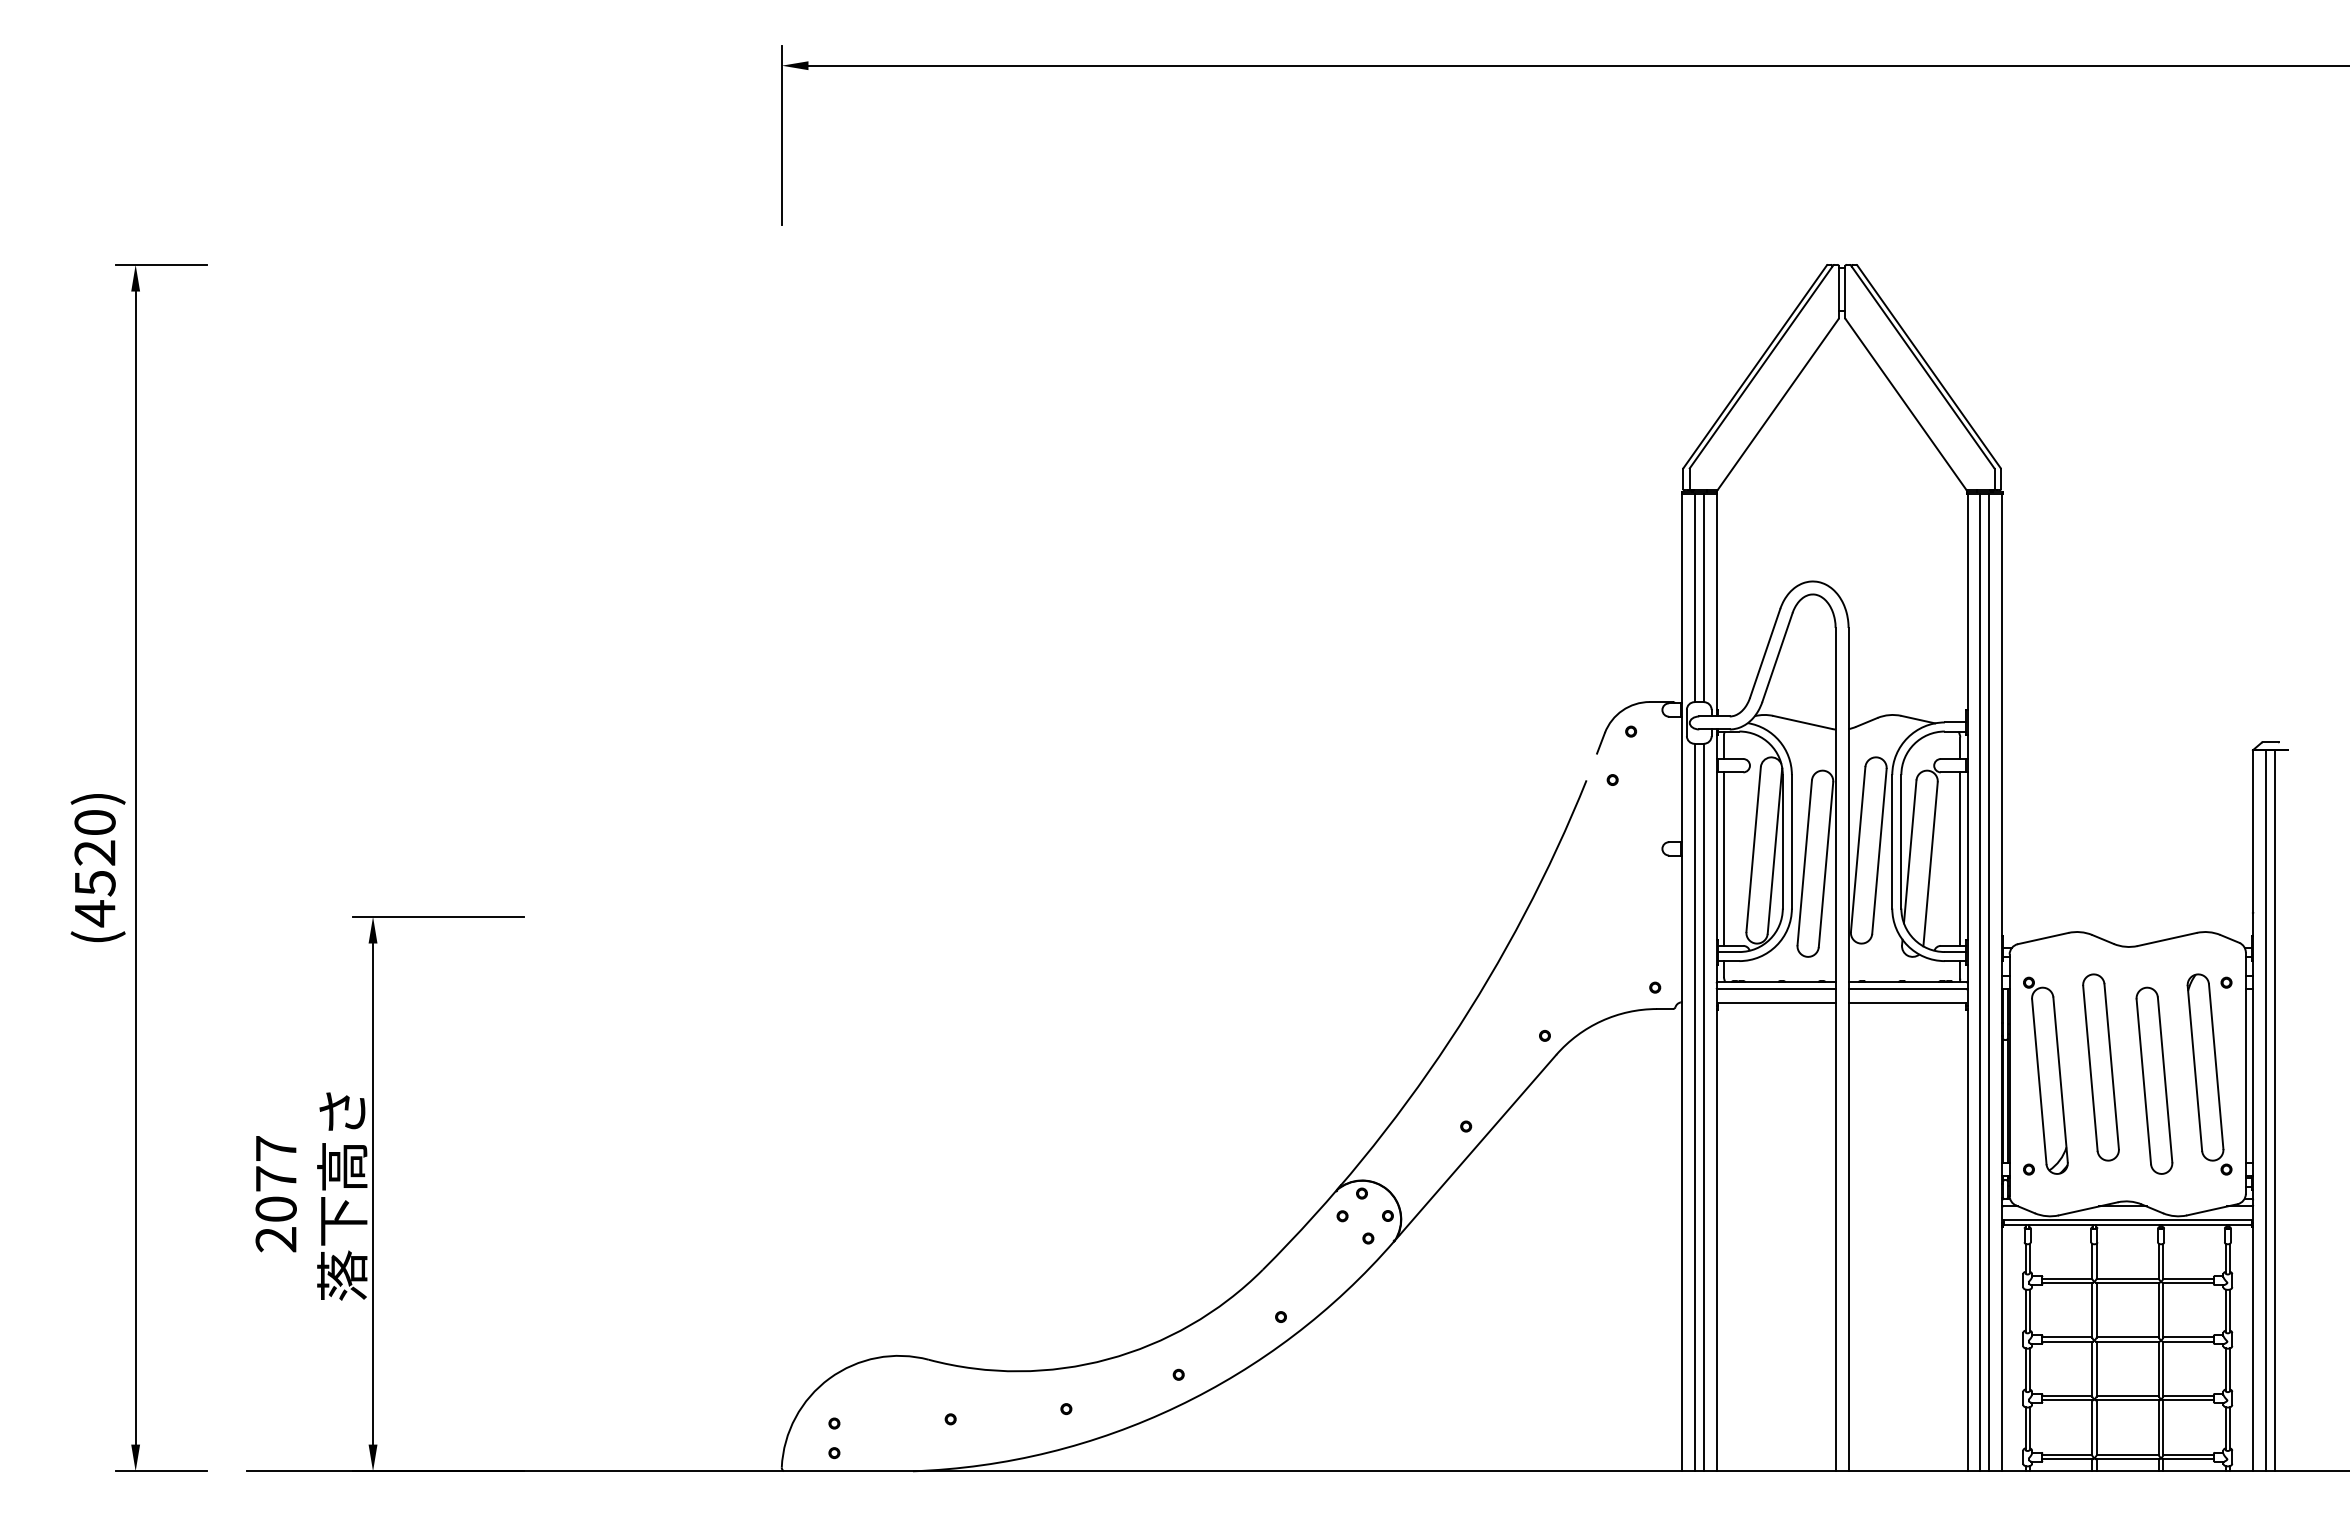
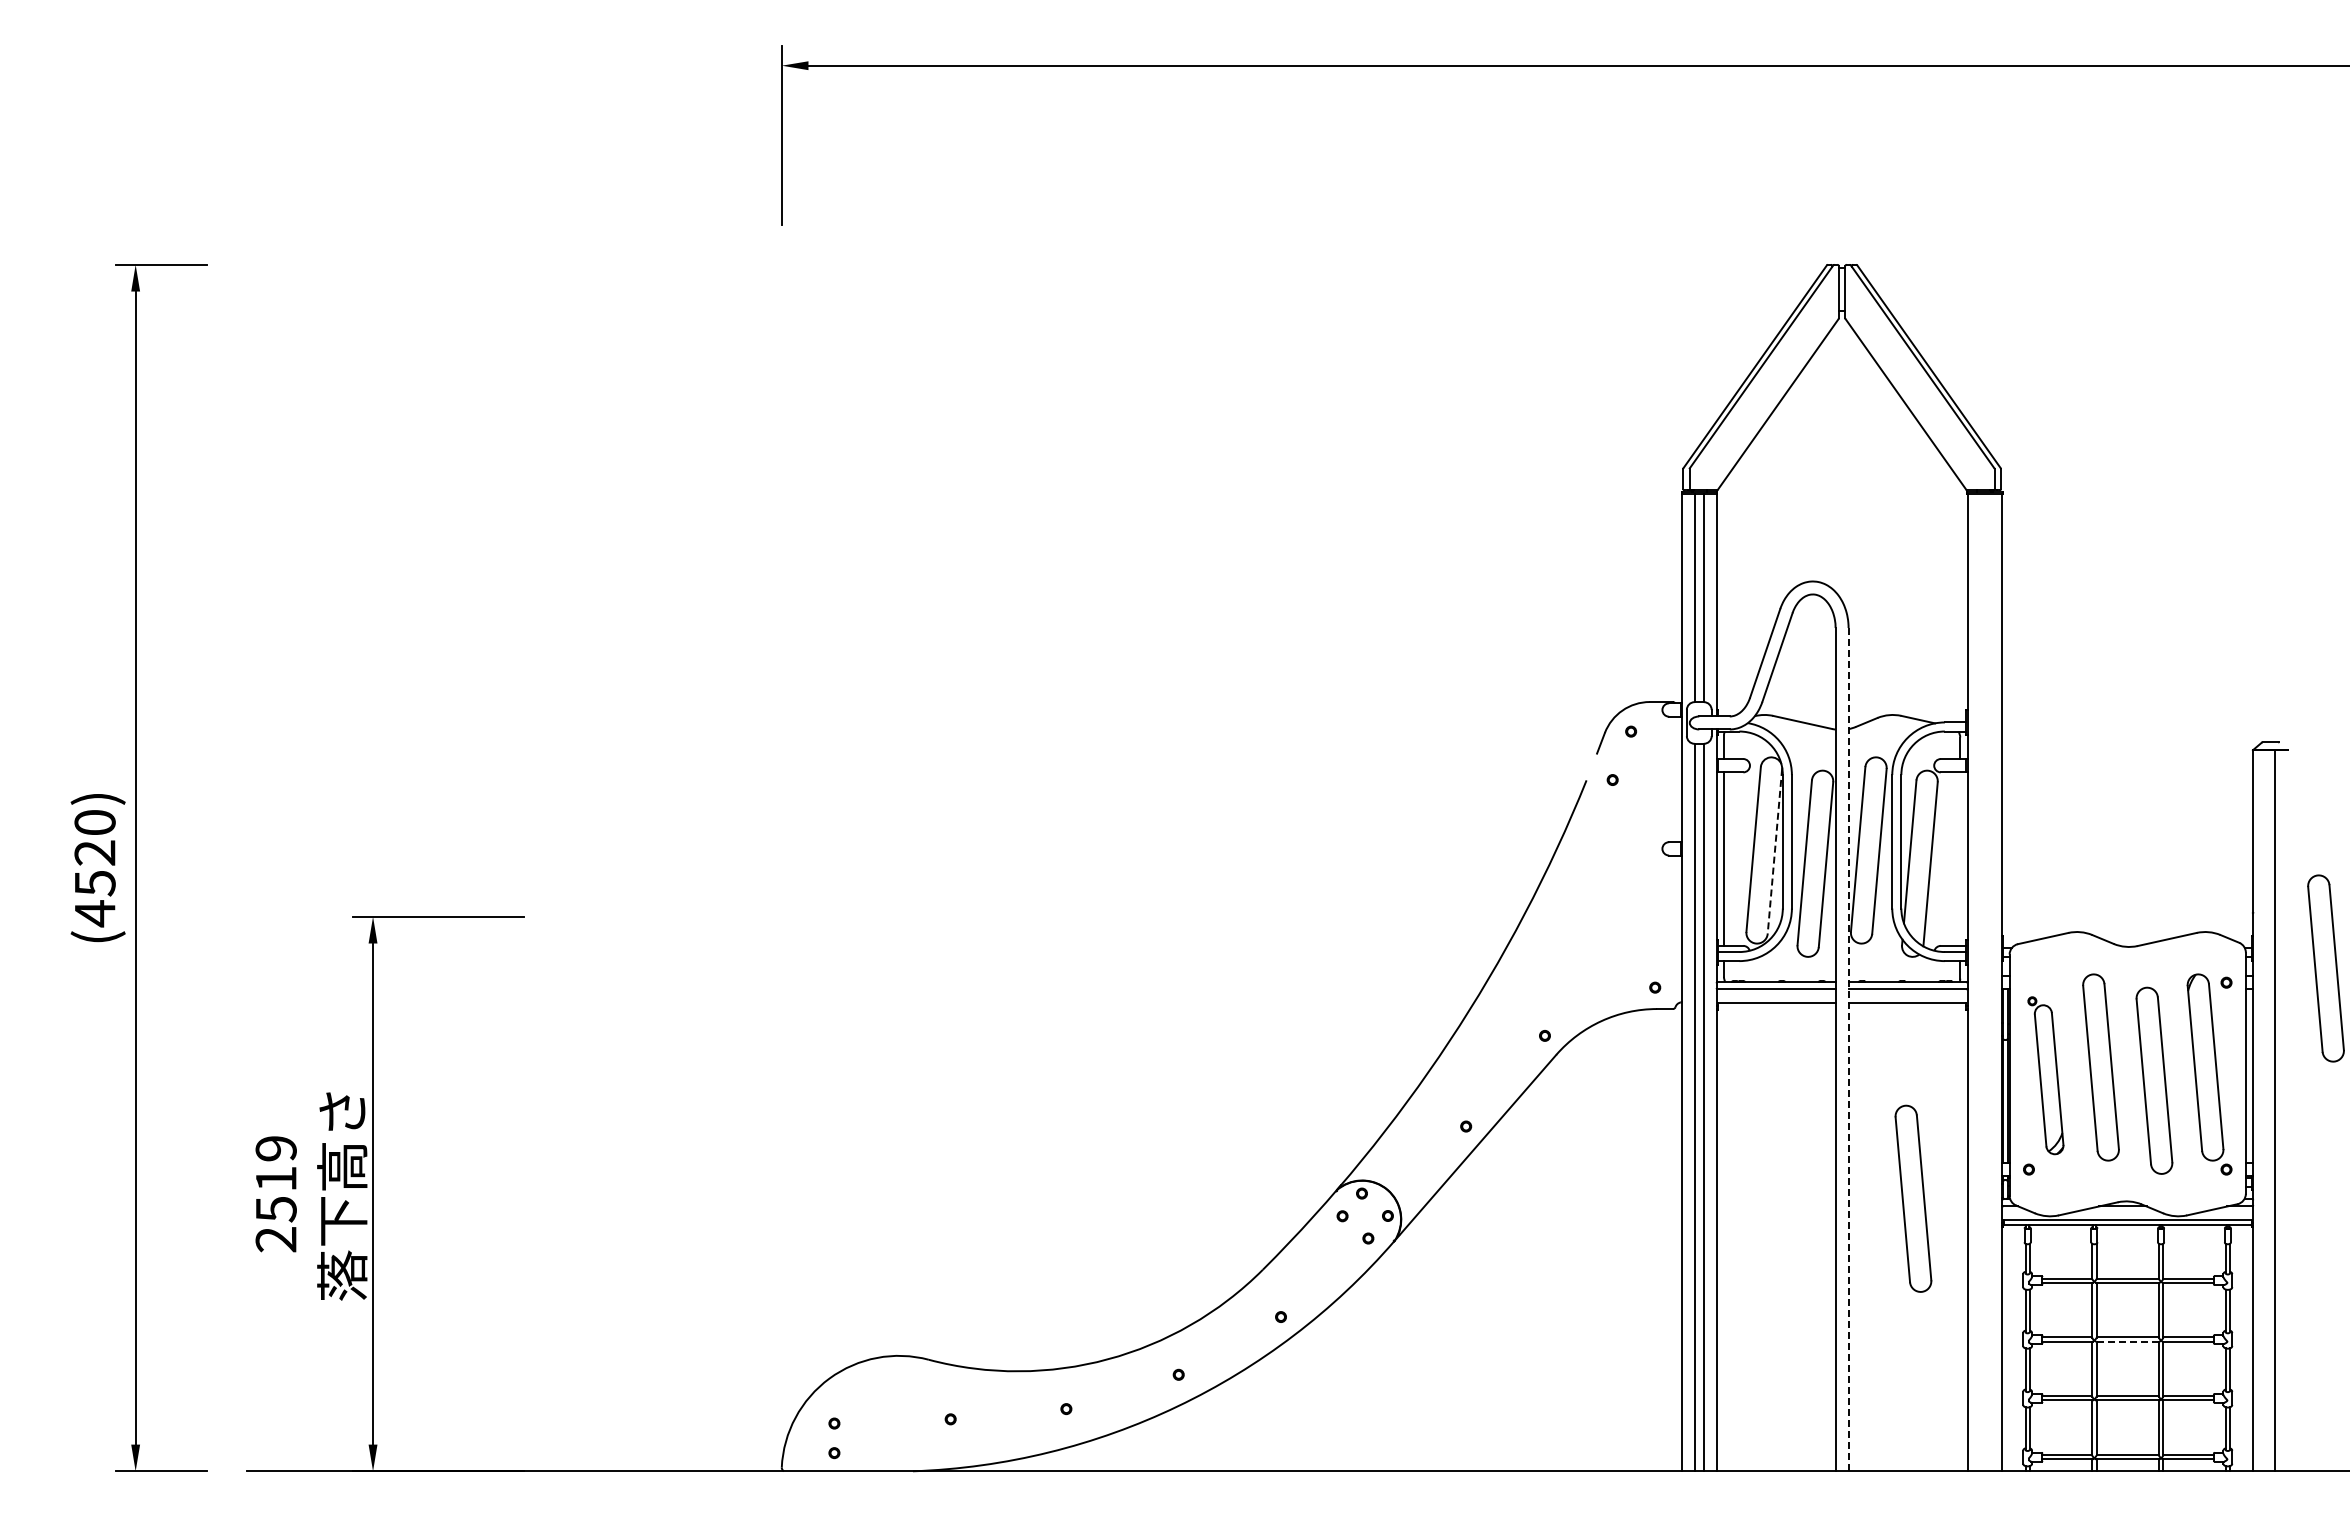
line at (1774, 851): solid -> dashed
line at (1960, 858): present -> none
part at (2325, 968): none -> present
line at (1980, 982): present -> none
line at (1989, 982): present -> none
line at (1848, 1049): solid -> dashed
part at (2045, 1075) size: 46x199 px -> 38x160 px
line at (2266, 1110): present -> none
text at (275, 1179): 2077 -> 2519
part at (1913, 1198): none -> present
line at (2127, 1341): solid -> dashed
